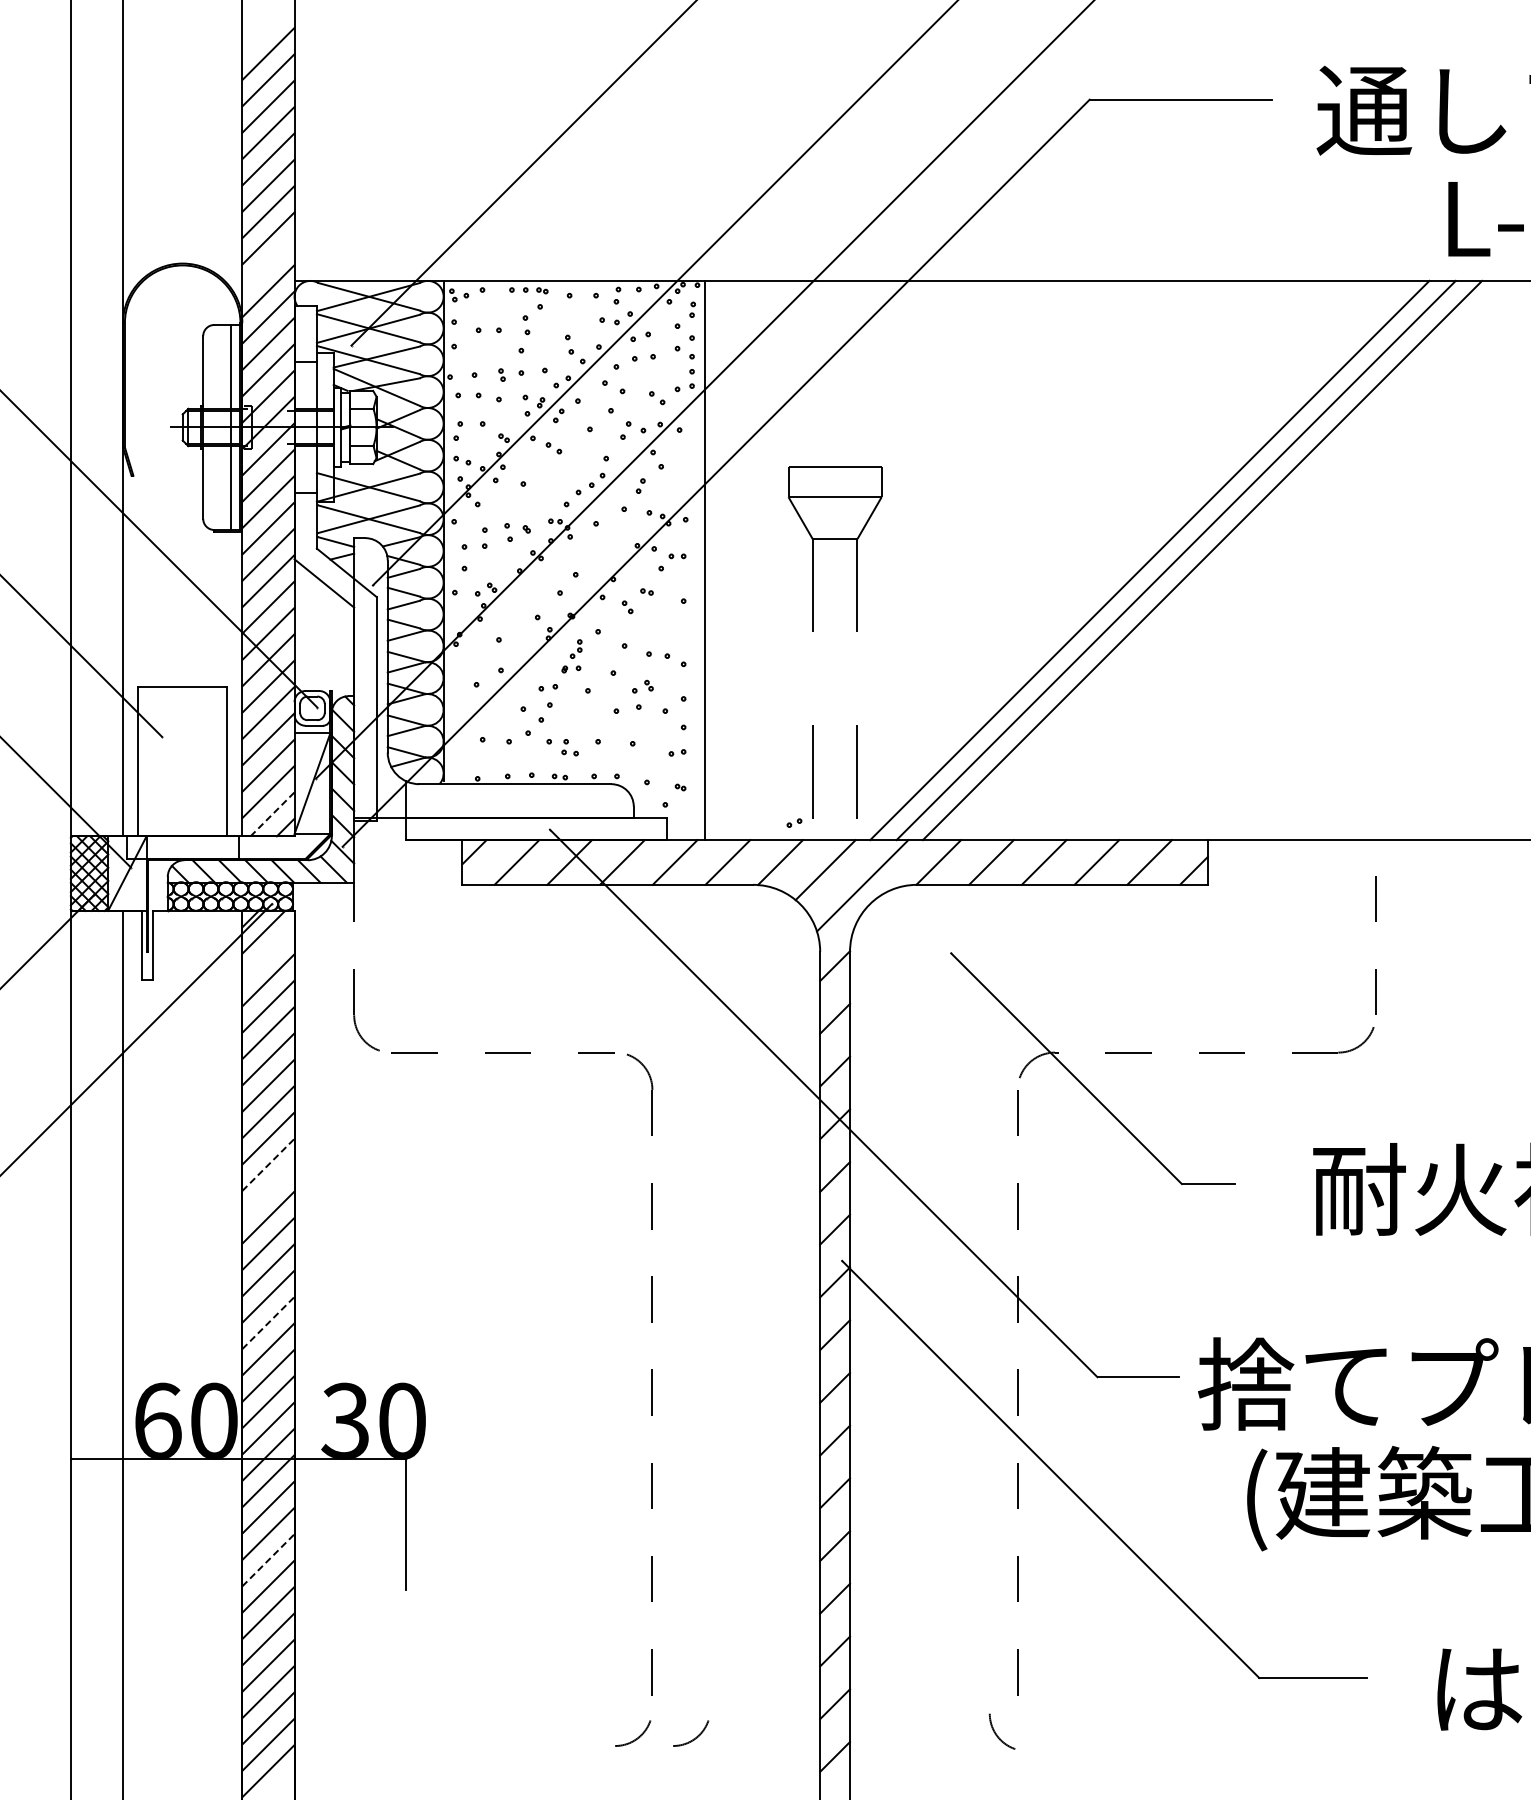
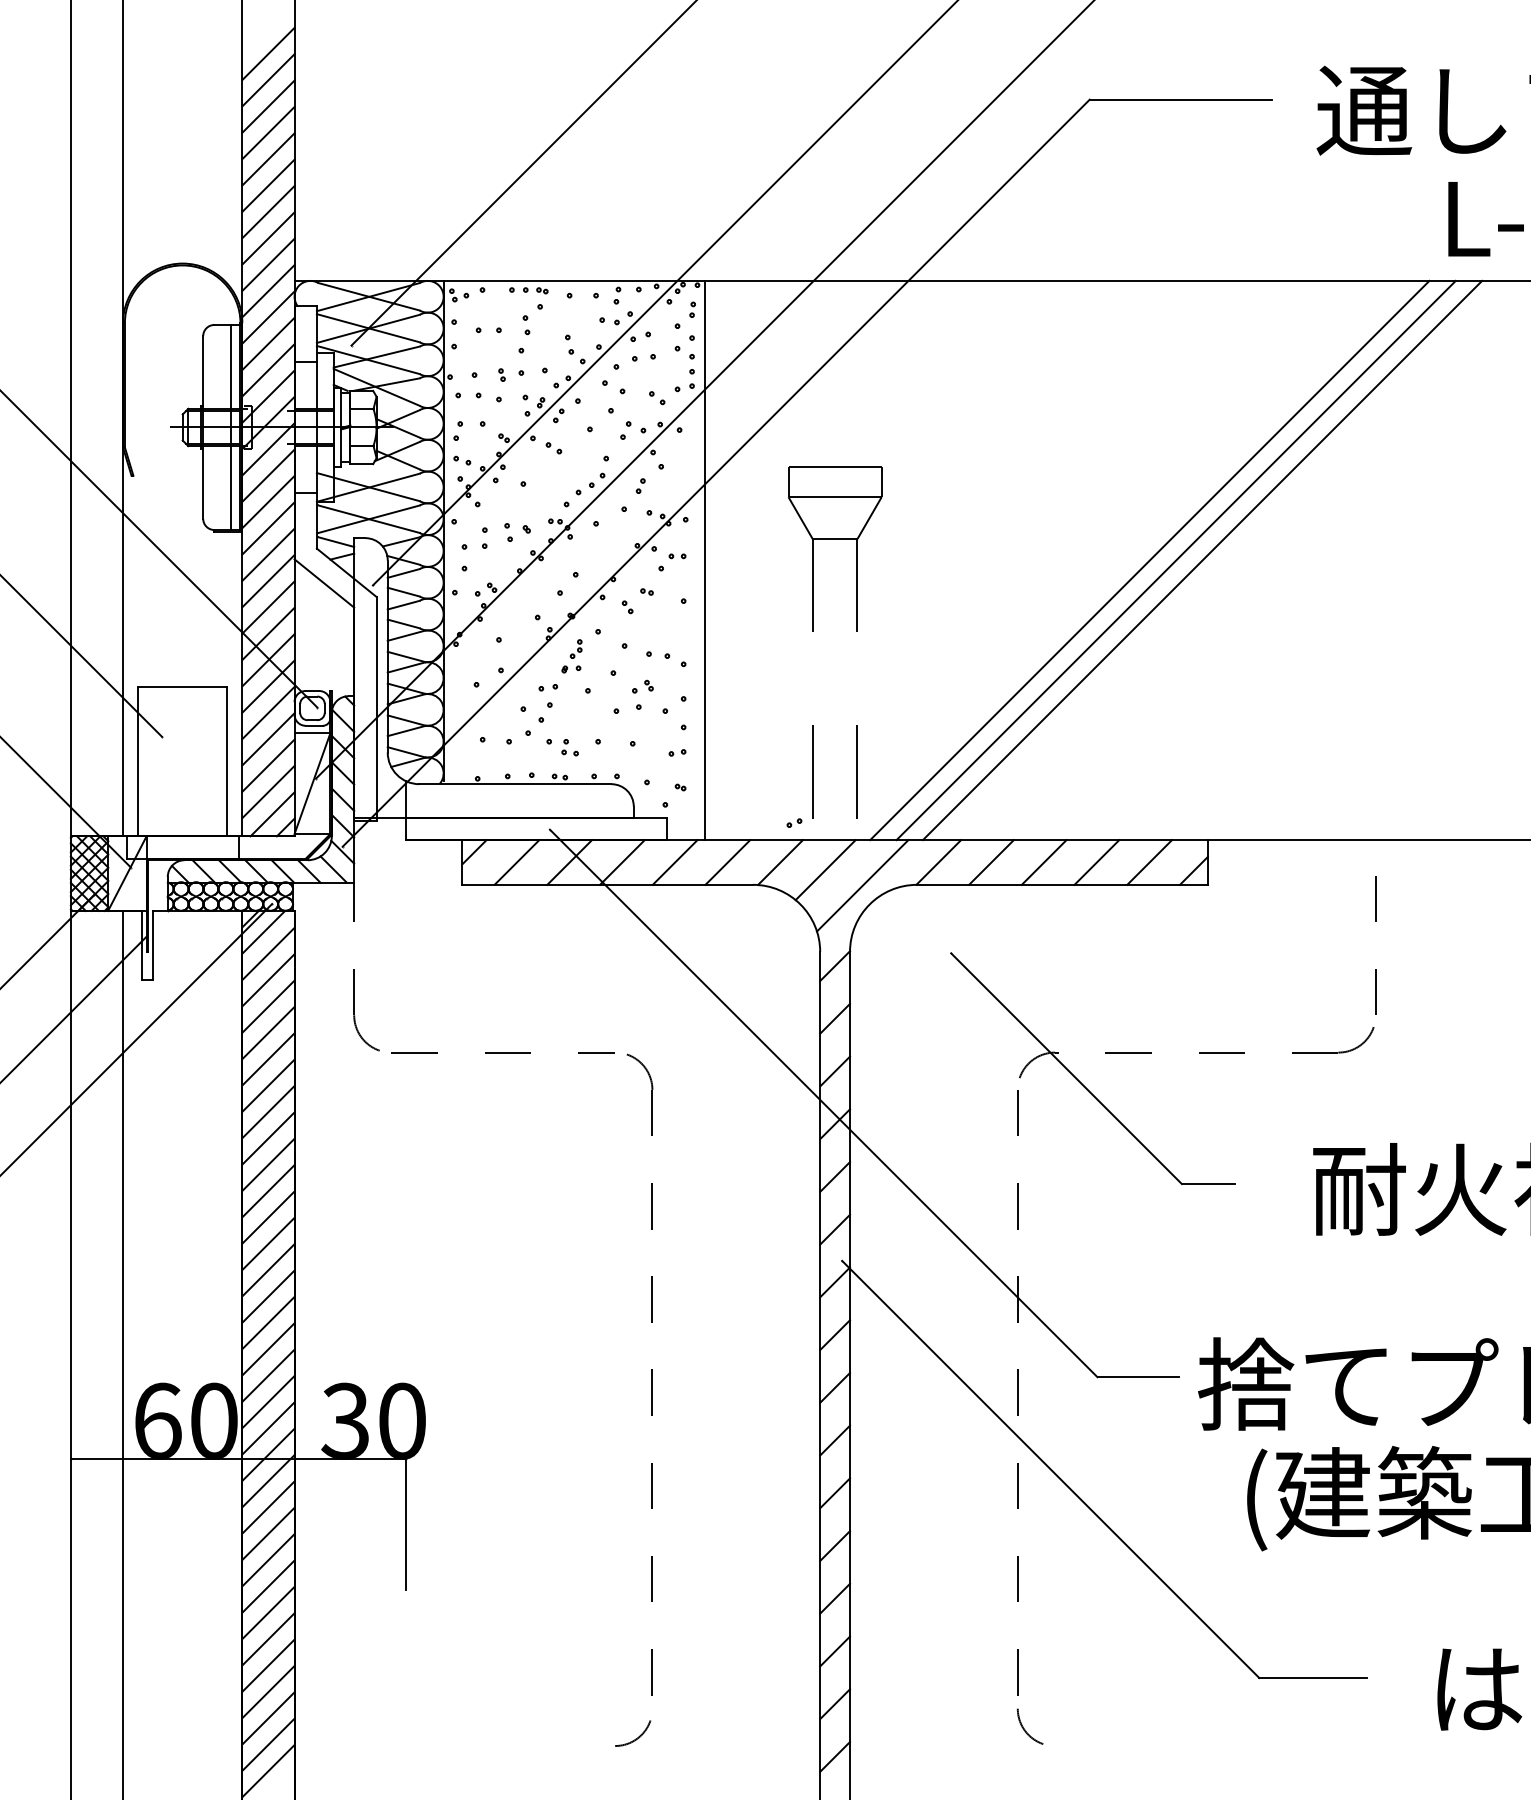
line at (268, 264): none -> present
line at (272, 814): dashed -> solid
line at (268, 953): none -> present
line at (74, 1008): none -> present
line at (268, 1164): dashed -> solid
line at (268, 1191): none -> present
line at (268, 1323): dashed -> solid
line at (268, 1560): dashed -> solid
arc at (997, 1734) position: (997, 1734) -> (1025, 1729)
arc at (693, 1738): present -> none
